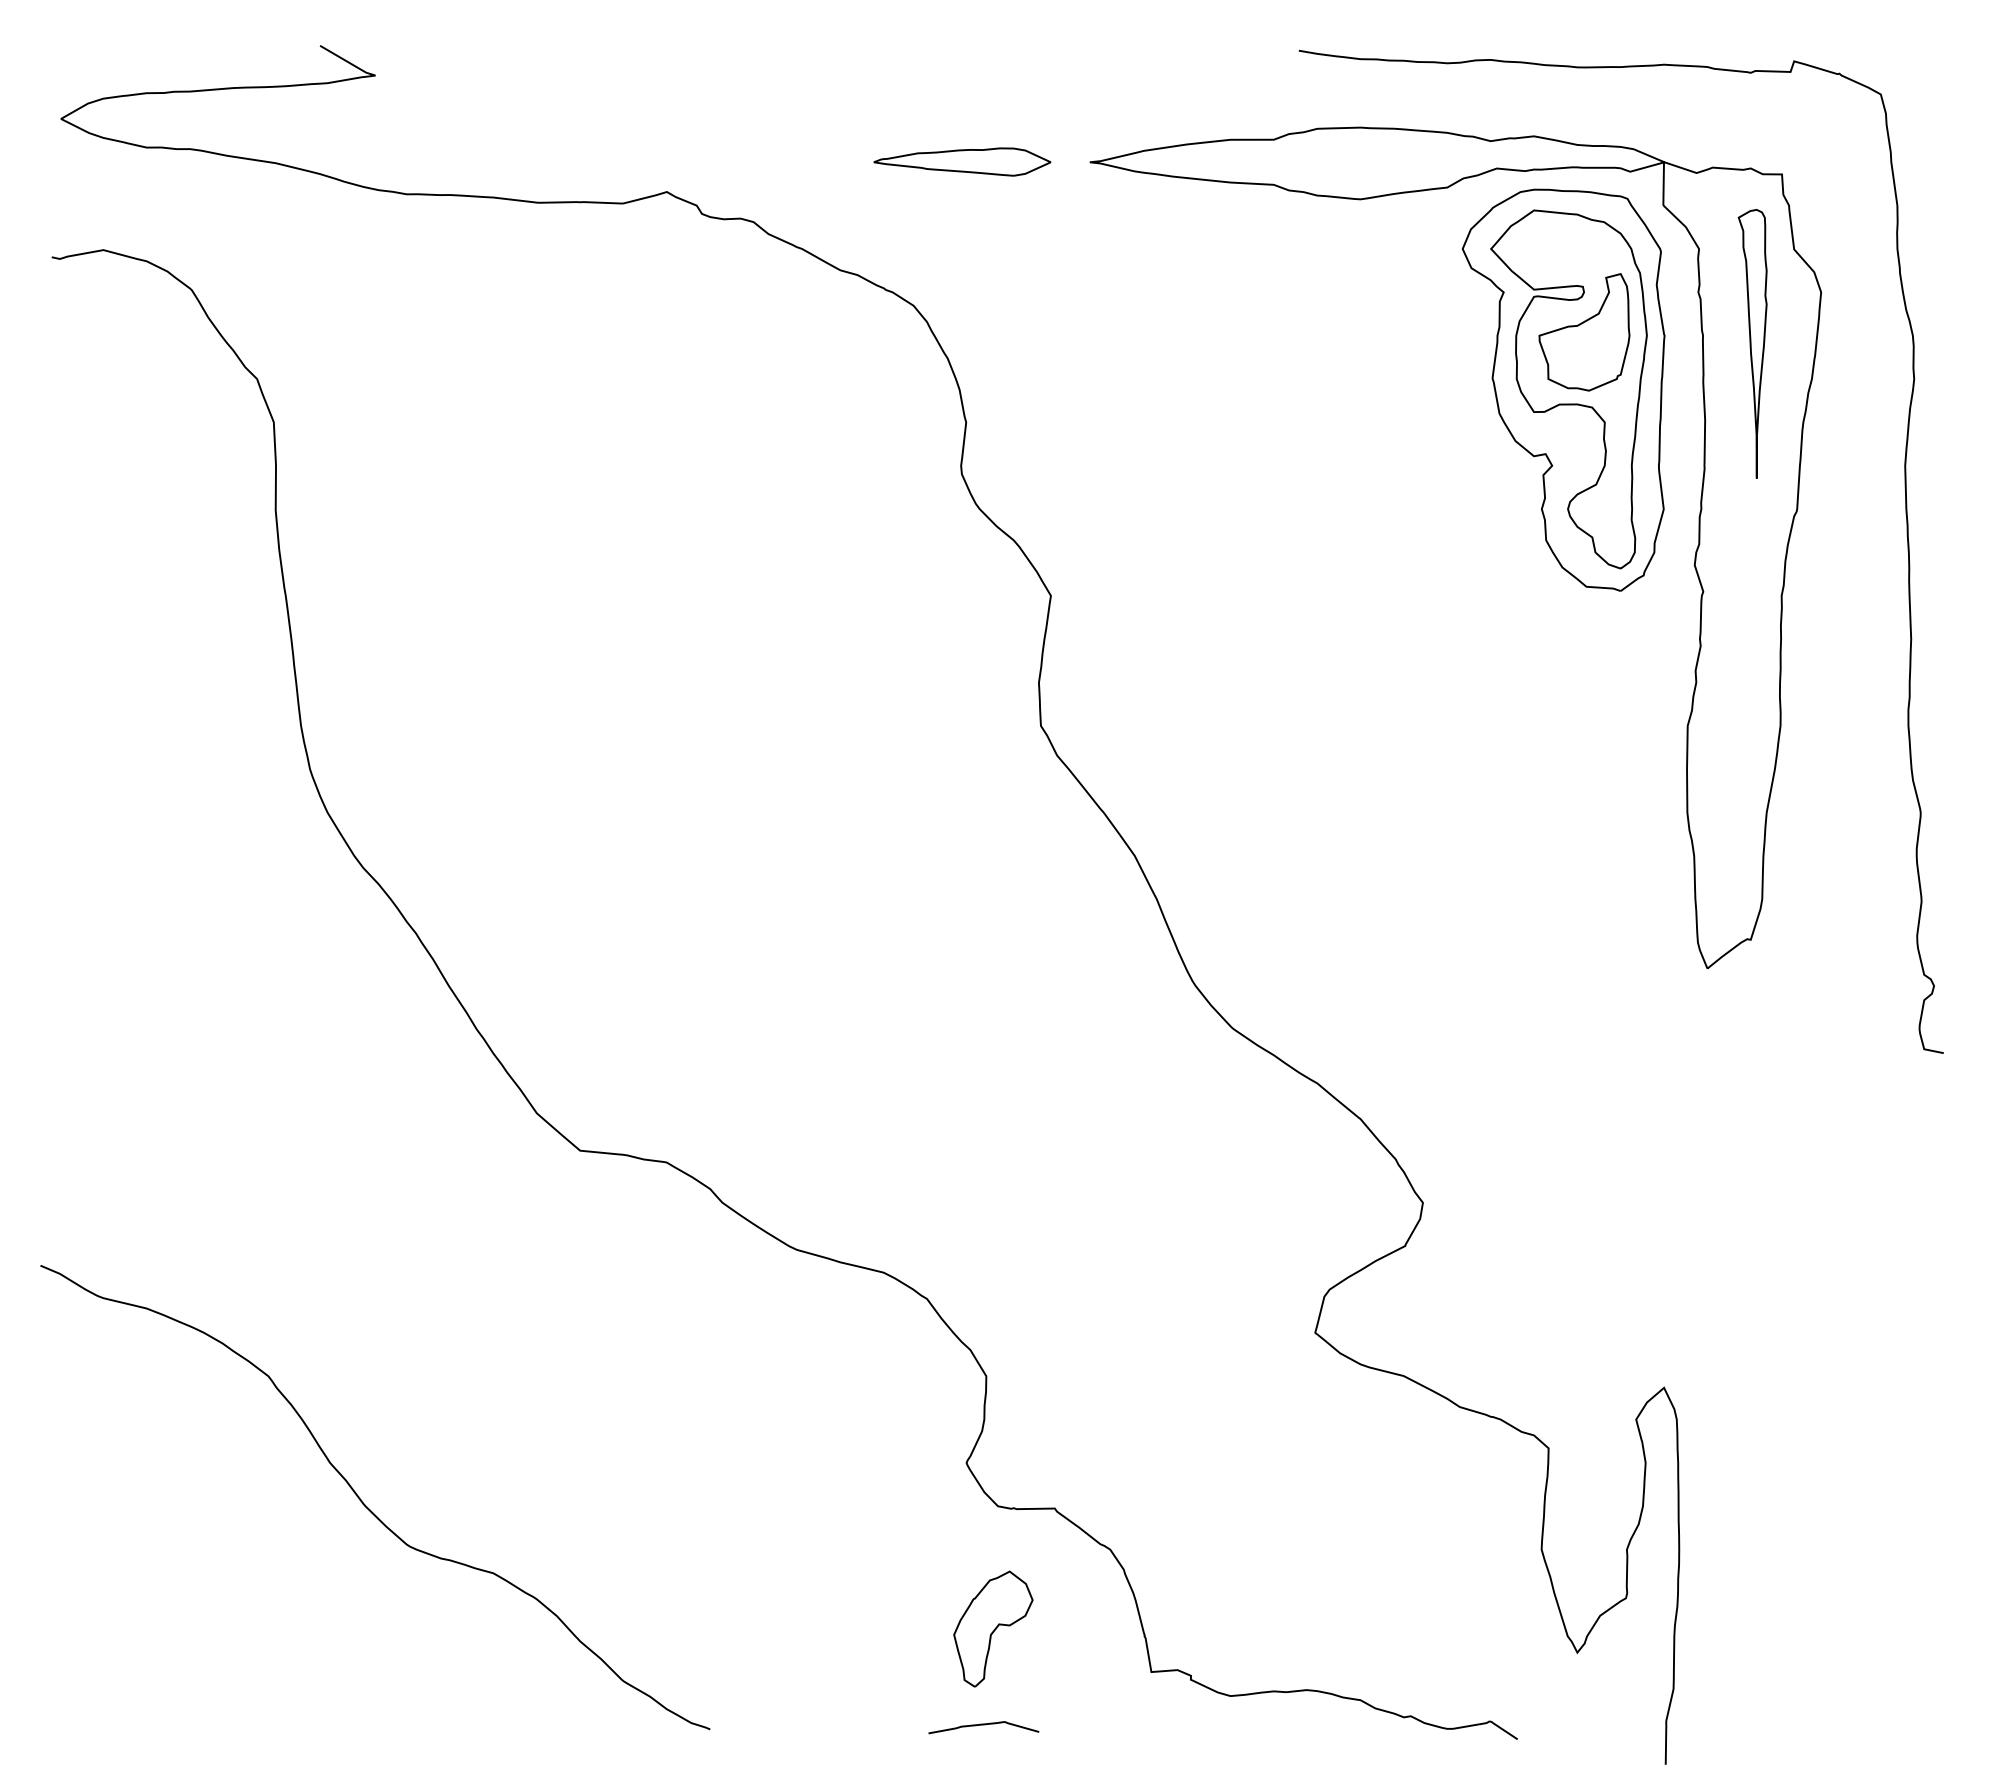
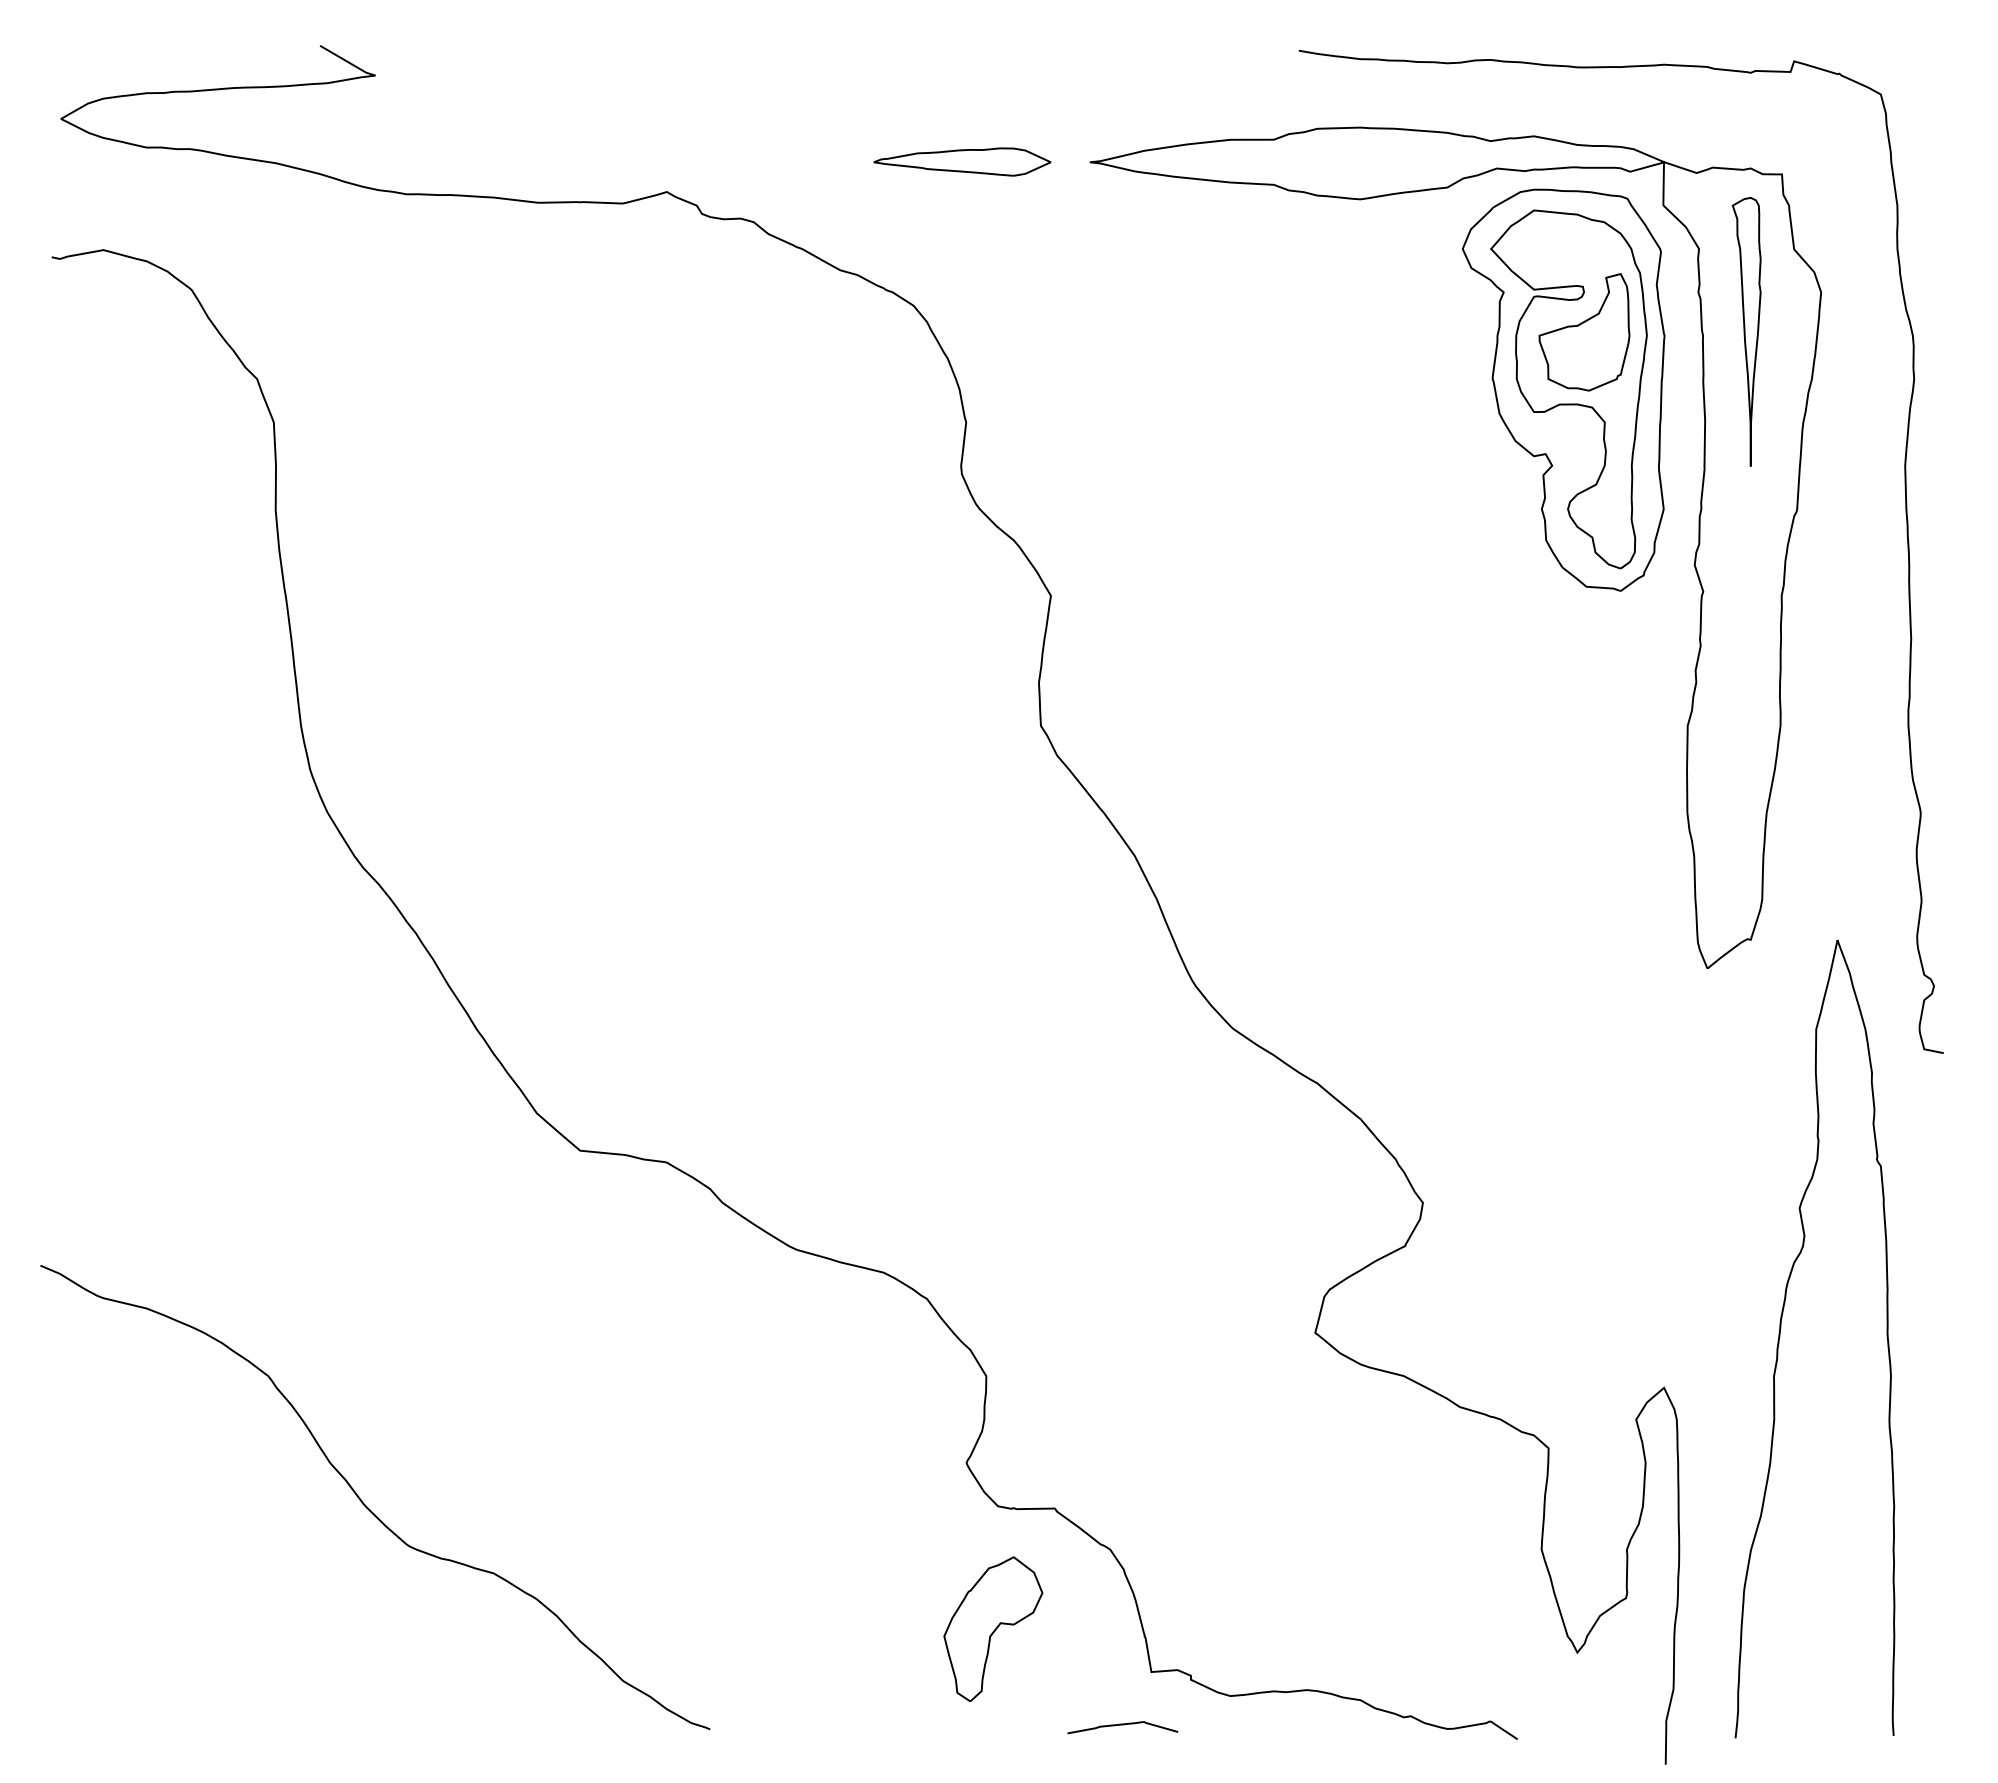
part at (1752, 343) position: (1752, 343) -> (1746, 331)
curve at (1780, 1337): none -> present
part at (993, 1628) size: 81x118 px -> 101x146 px
curve at (983, 1725) position: (983, 1725) -> (1122, 1725)
